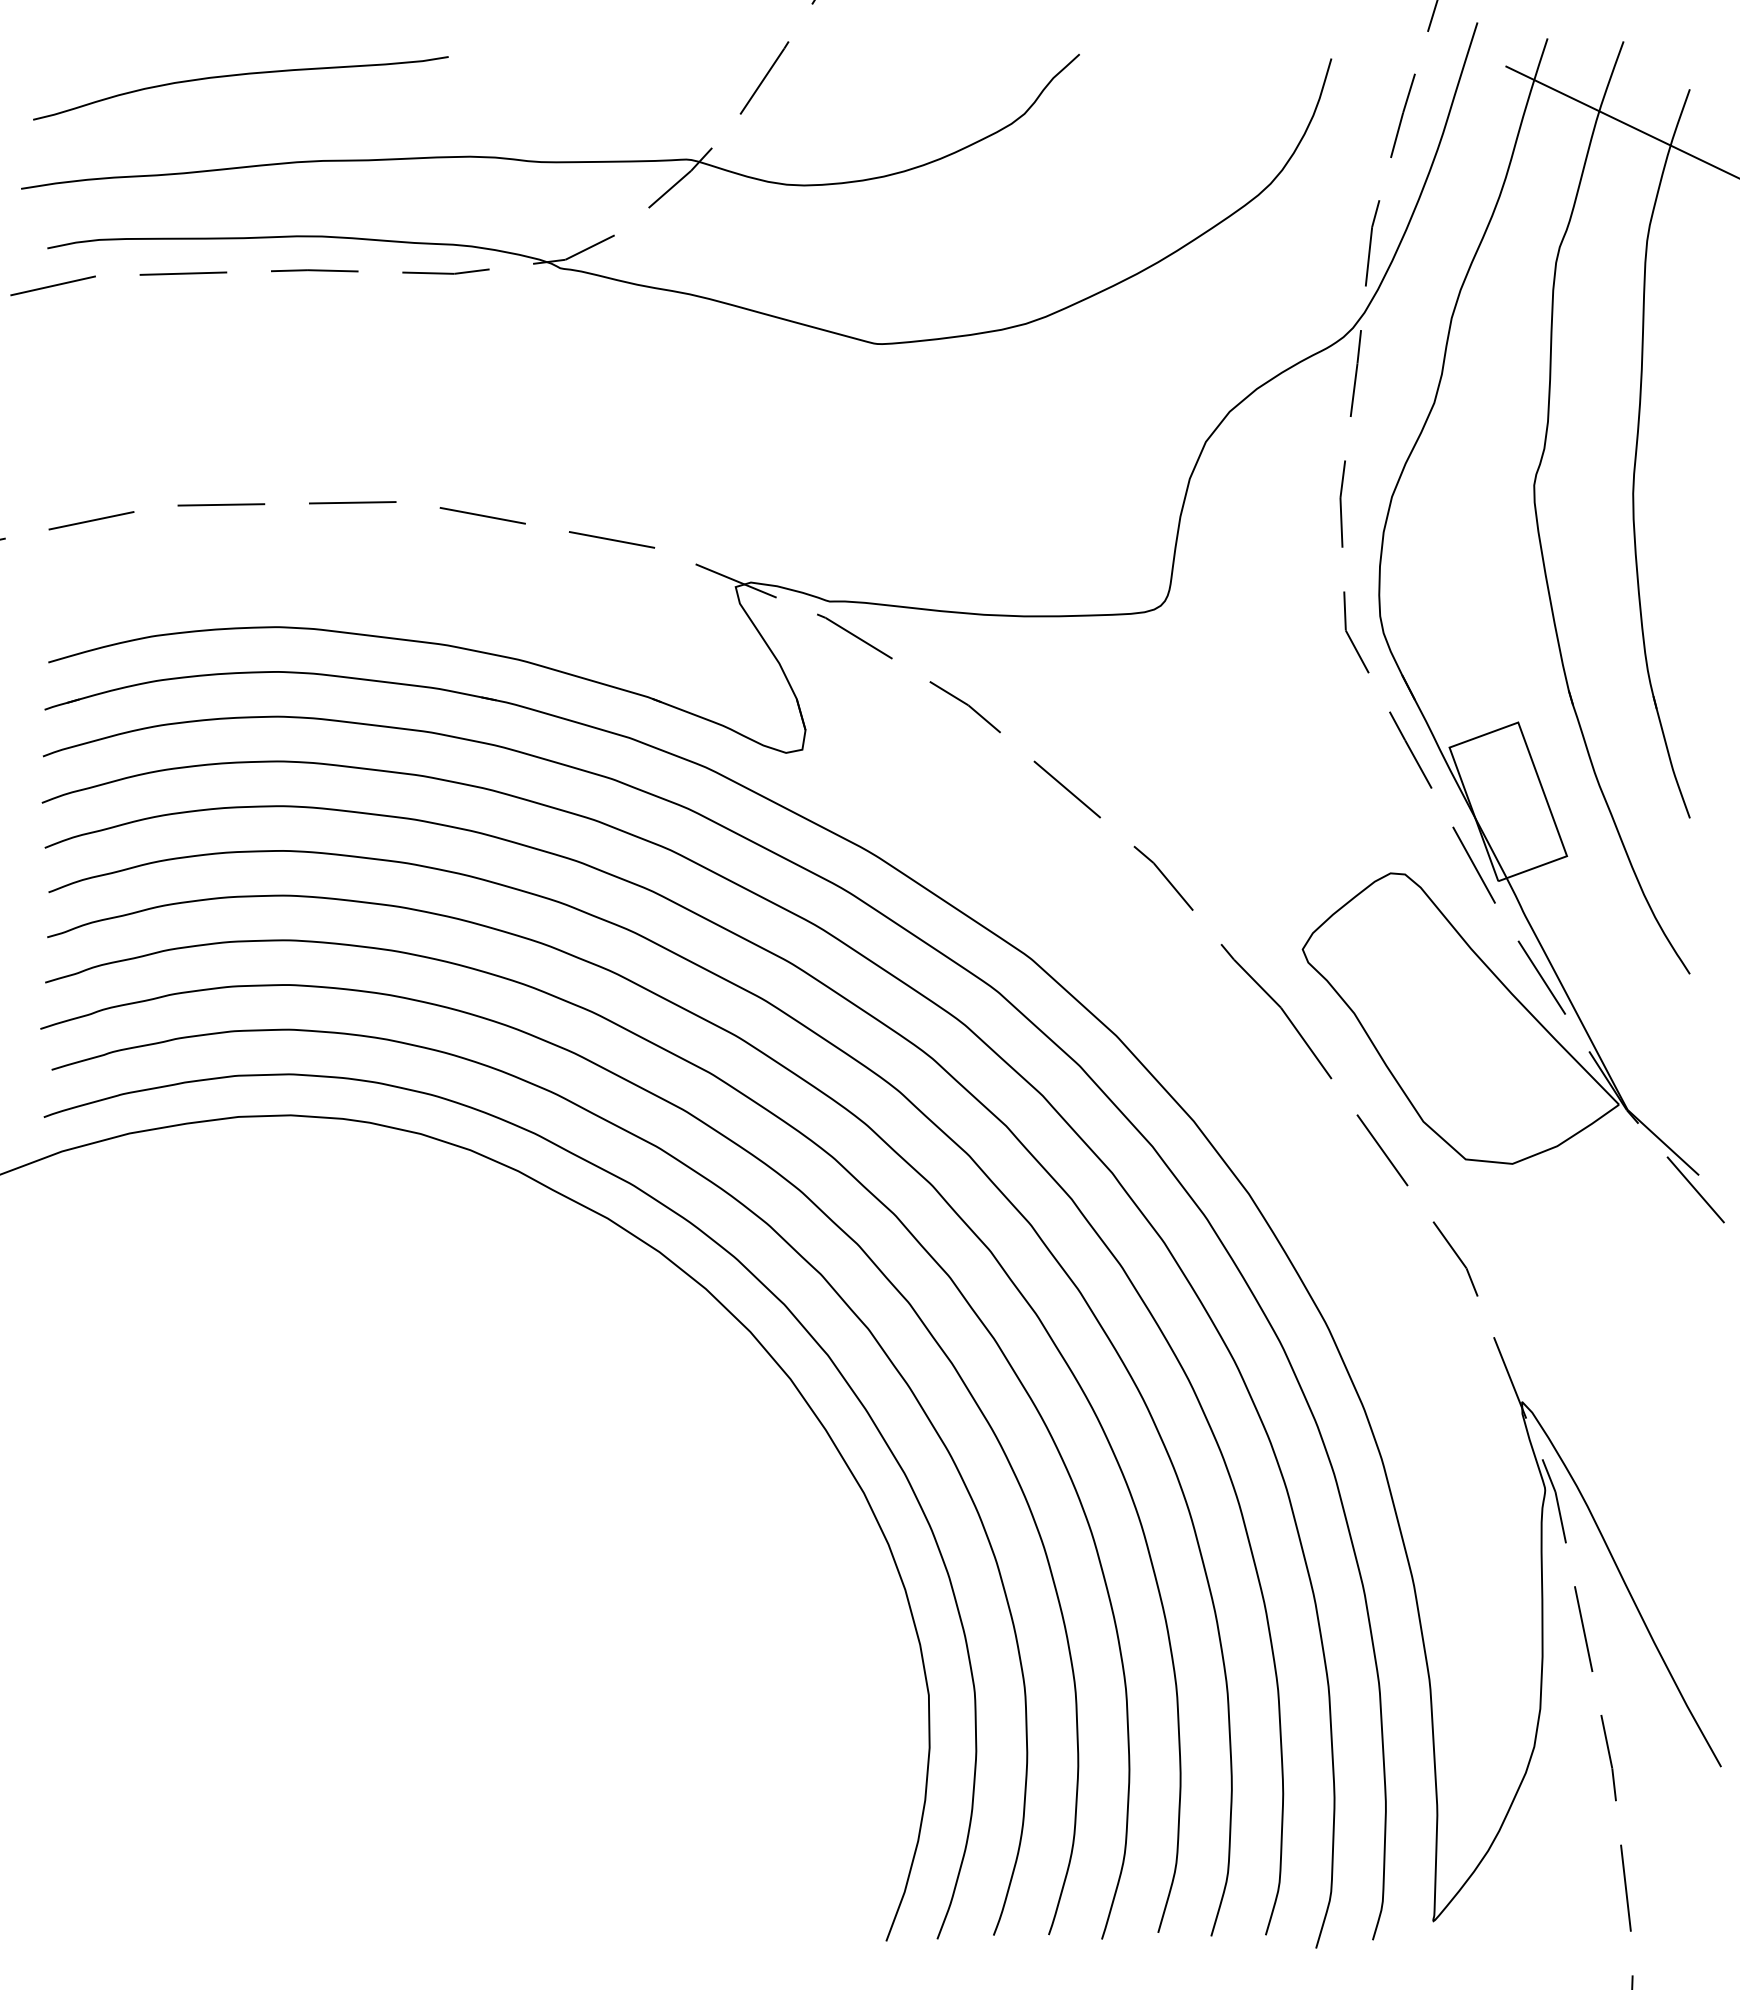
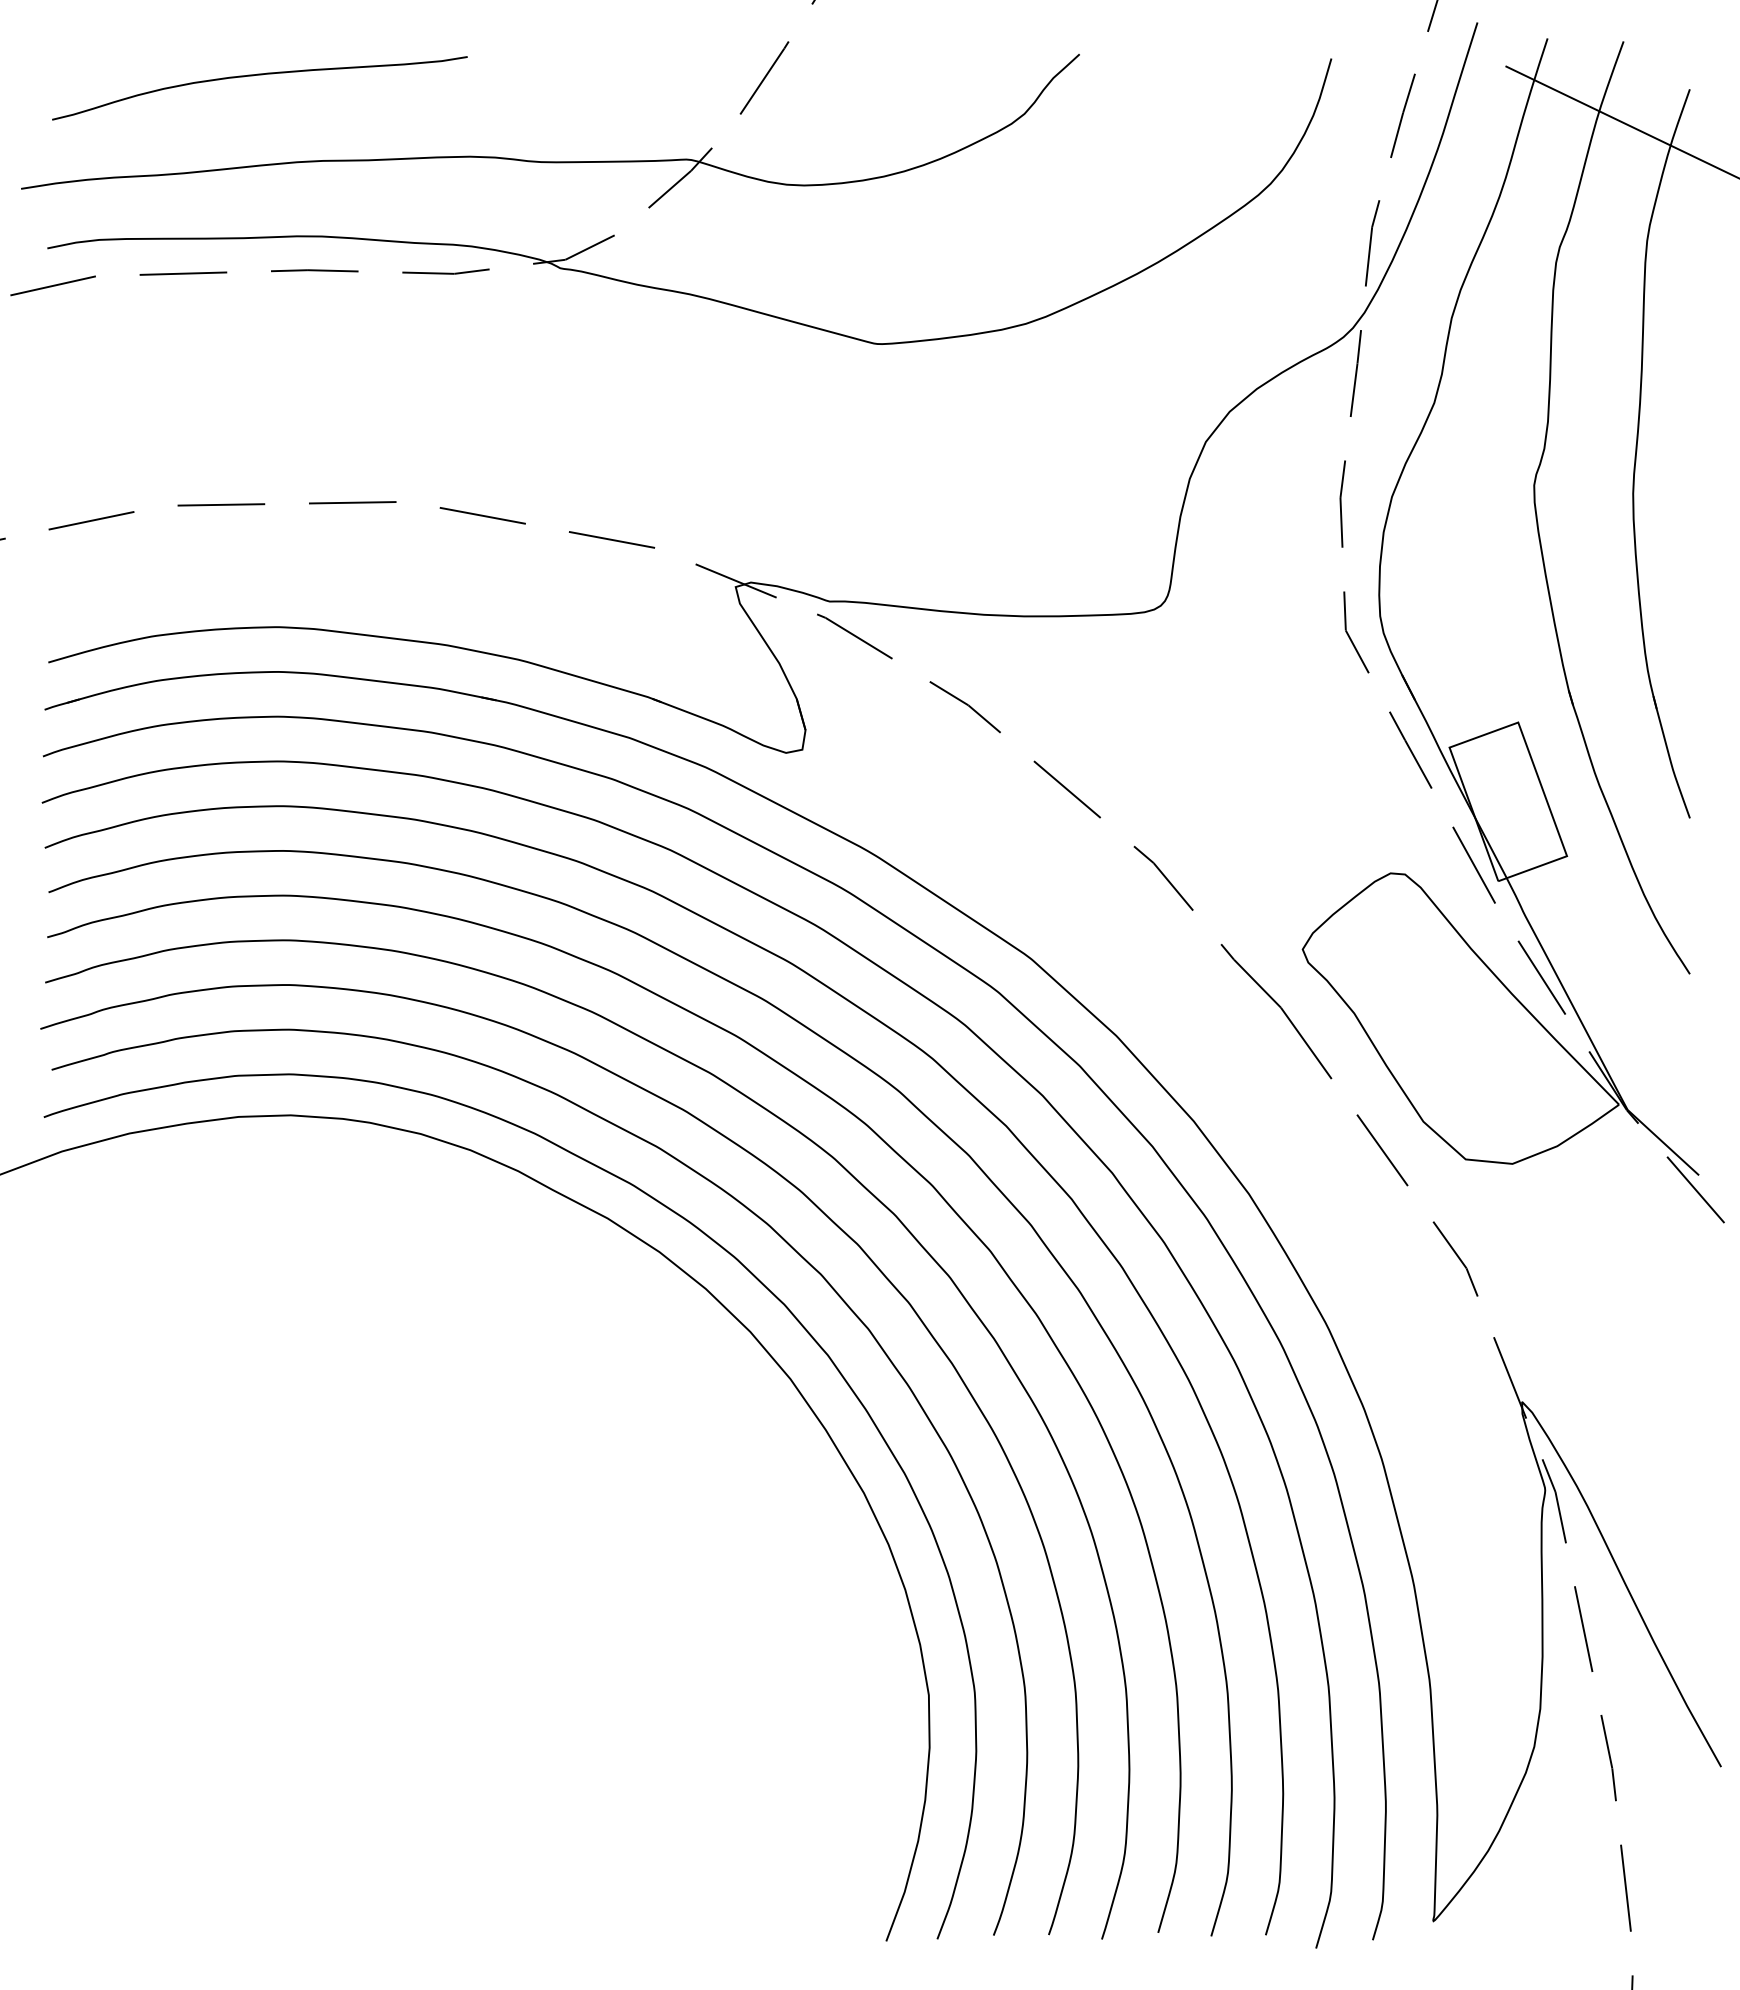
curve at (240, 75) position: (240, 75) -> (259, 75)
